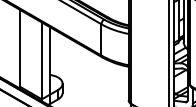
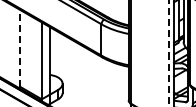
line at (20, 47): solid -> dashed
line at (168, 53): solid -> dashed
